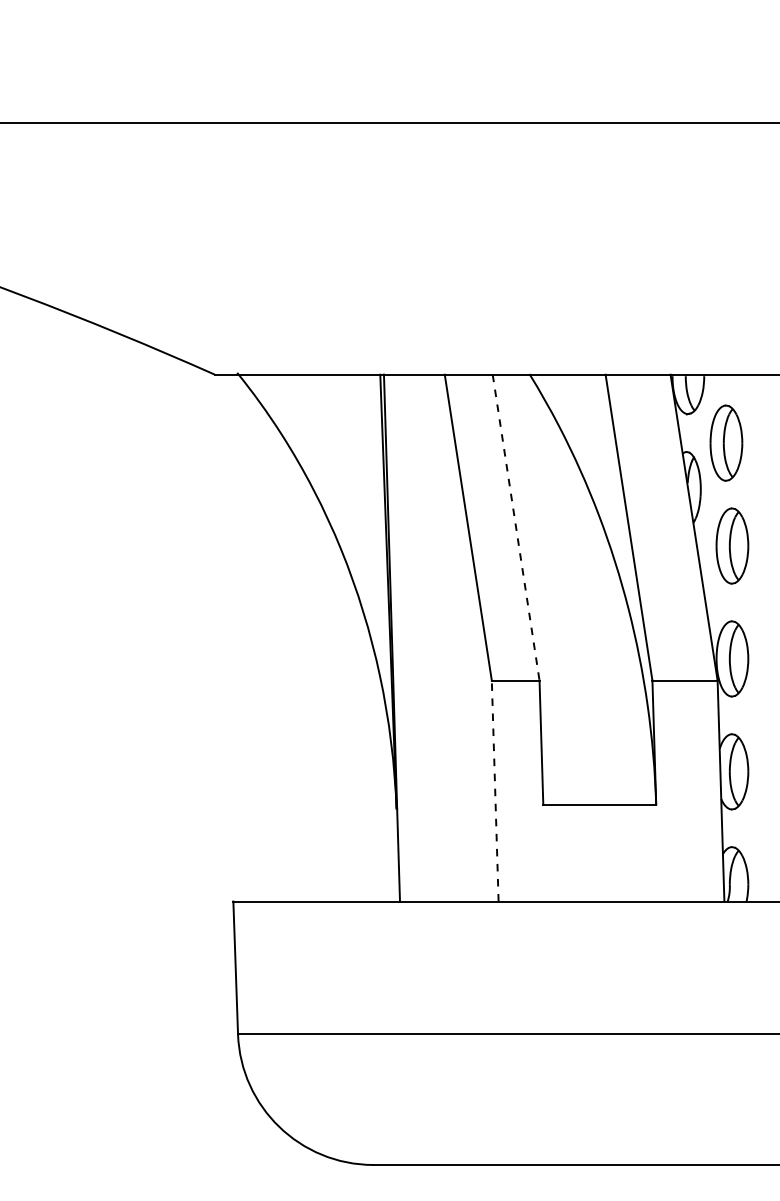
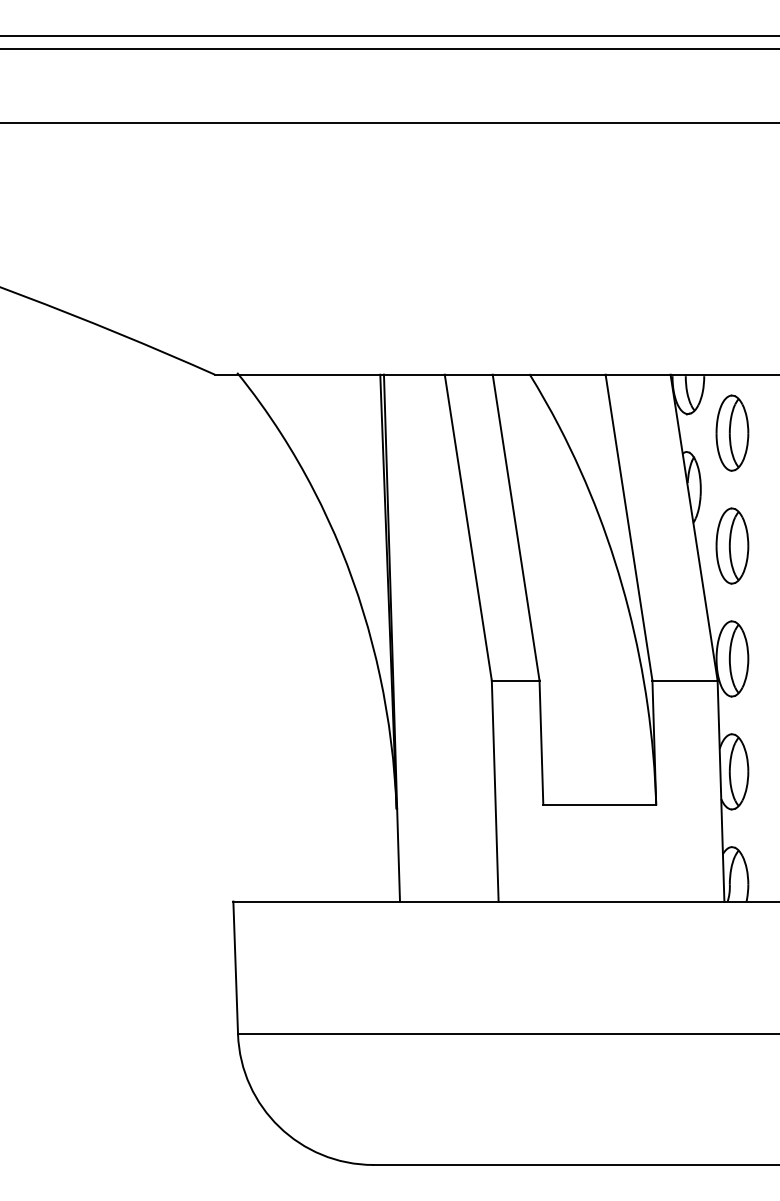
line at (389, 36): none -> present
line at (389, 48): none -> present
part at (726, 442) position: (726, 442) -> (732, 432)
line at (516, 527): dashed -> solid
line at (495, 790): dashed -> solid
